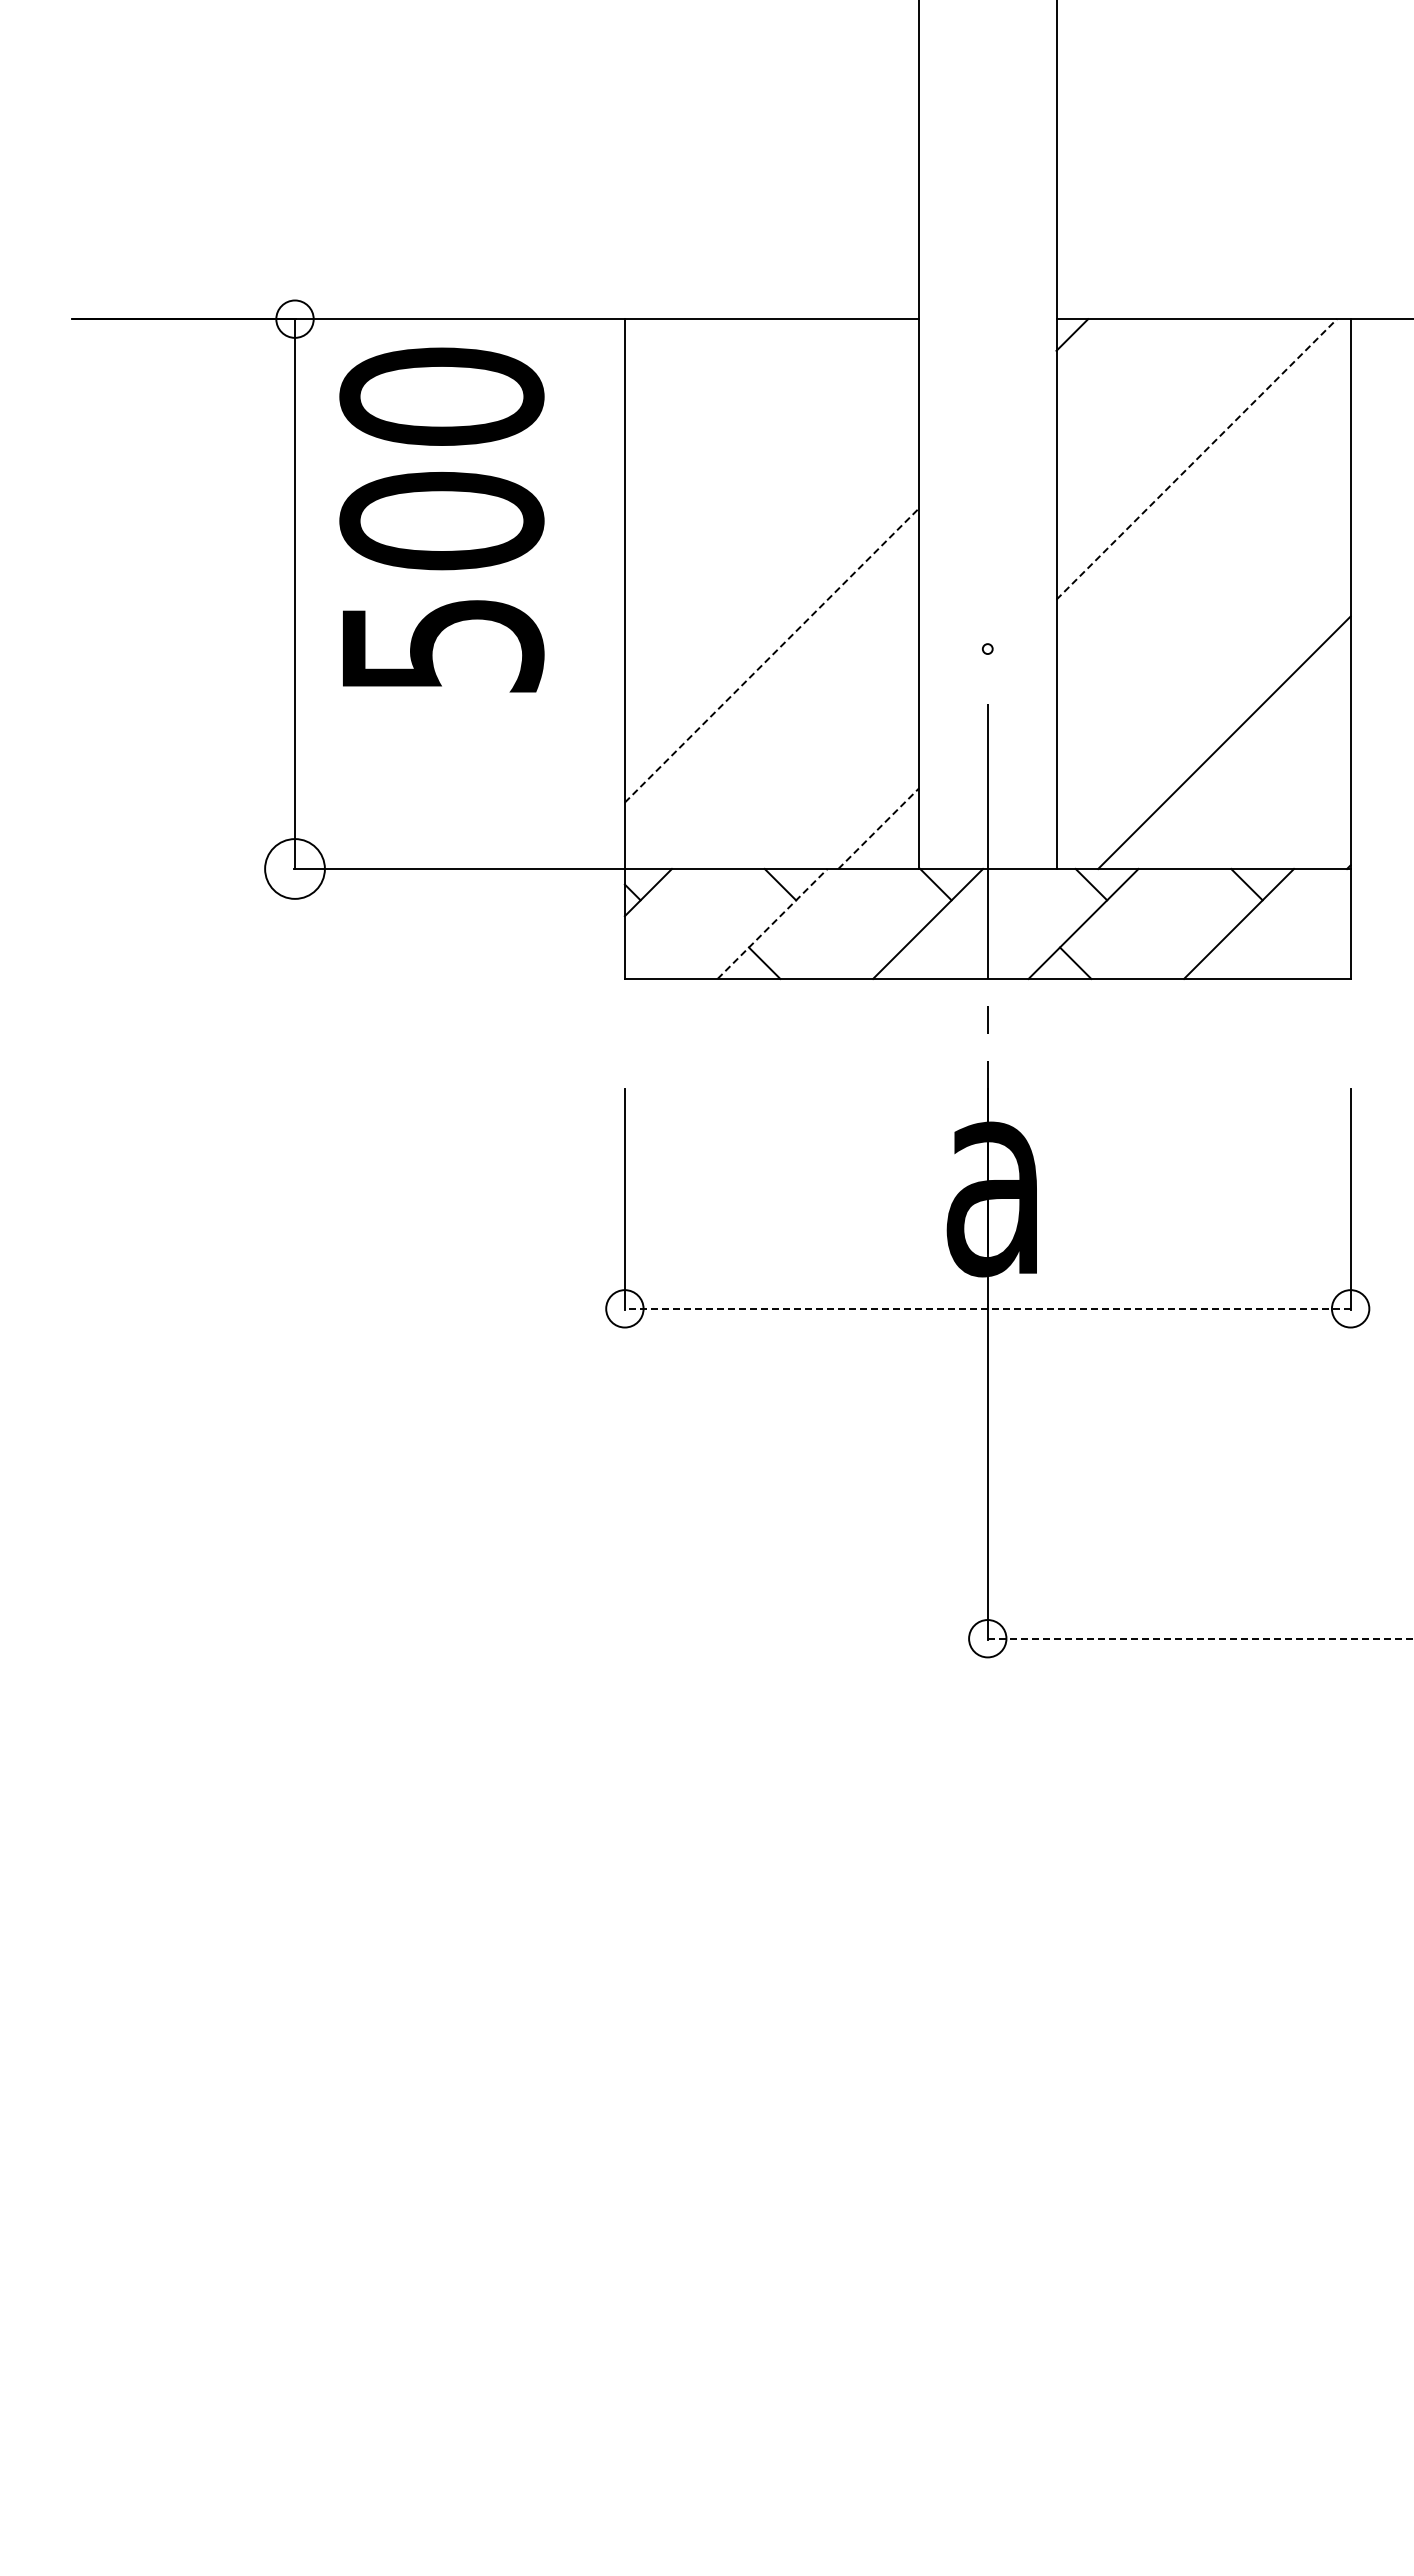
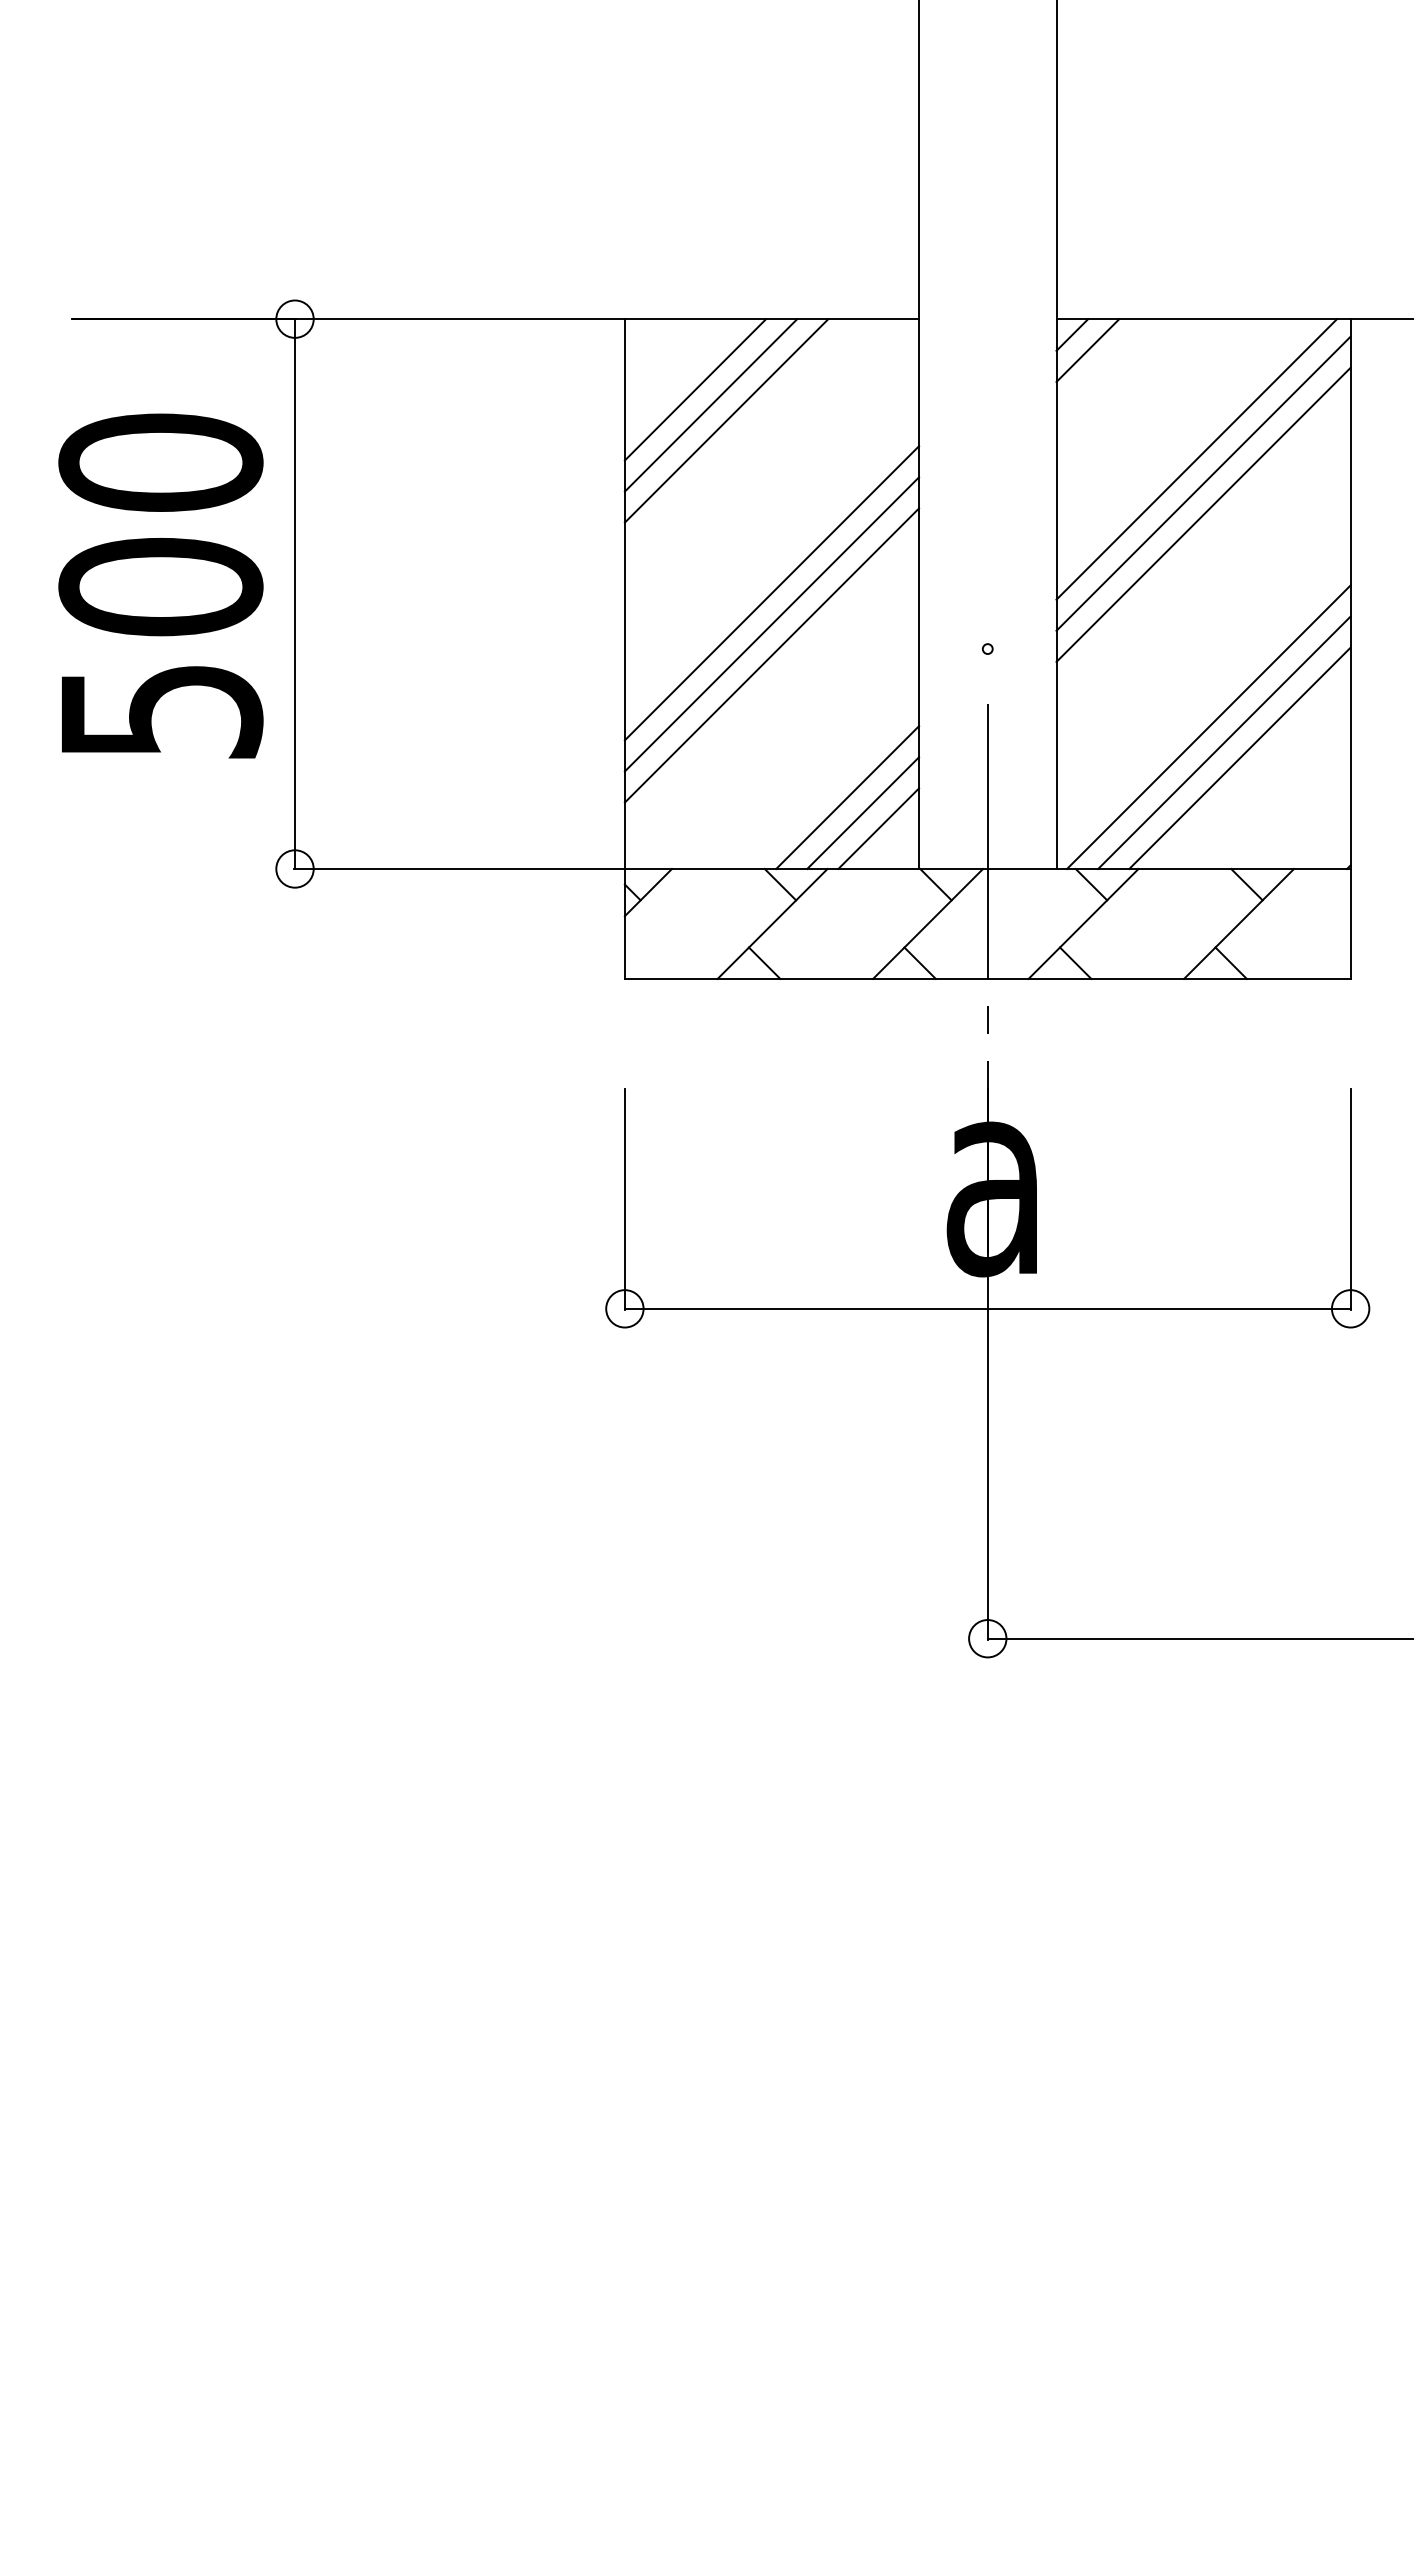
line at (1087, 350): none -> present
line at (695, 389): none -> present
line at (710, 405): none -> present
line at (726, 420): none -> present
line at (1197, 459): dashed -> solid
line at (1203, 483): none -> present
line at (1203, 514): none -> present
text at (441, 519) position: (441, 519) -> (160, 585)
line at (771, 593): none -> present
line at (771, 624): none -> present
line at (771, 655): dashed -> solid
line at (1208, 727): none -> present
line at (1239, 758): none -> present
line at (847, 797): none -> present
line at (863, 813): none -> present
line at (879, 828): dashed -> solid
circle at (294, 868) diameter: 60 px -> 37 px
line at (772, 923): dashed -> solid
line at (919, 962): none -> present
line at (1230, 962): none -> present
line at (987, 1308): dashed -> solid
line at (1200, 1638): dashed -> solid
